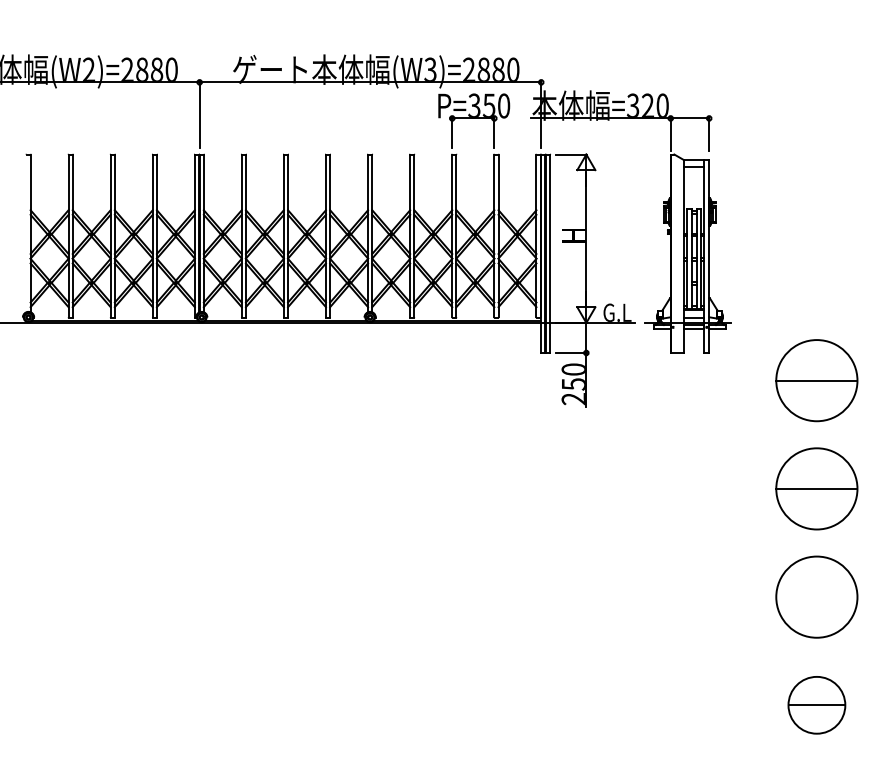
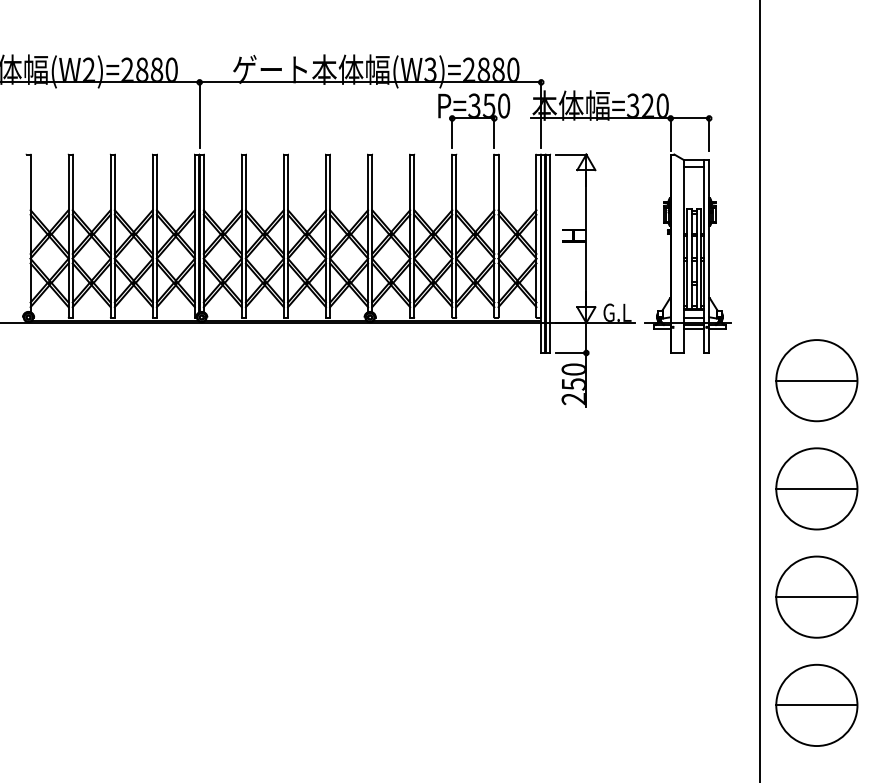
line at (760, 390): none -> present
line at (816, 597): none -> present
part at (816, 705) size: 60x59 px -> 84x84 px
